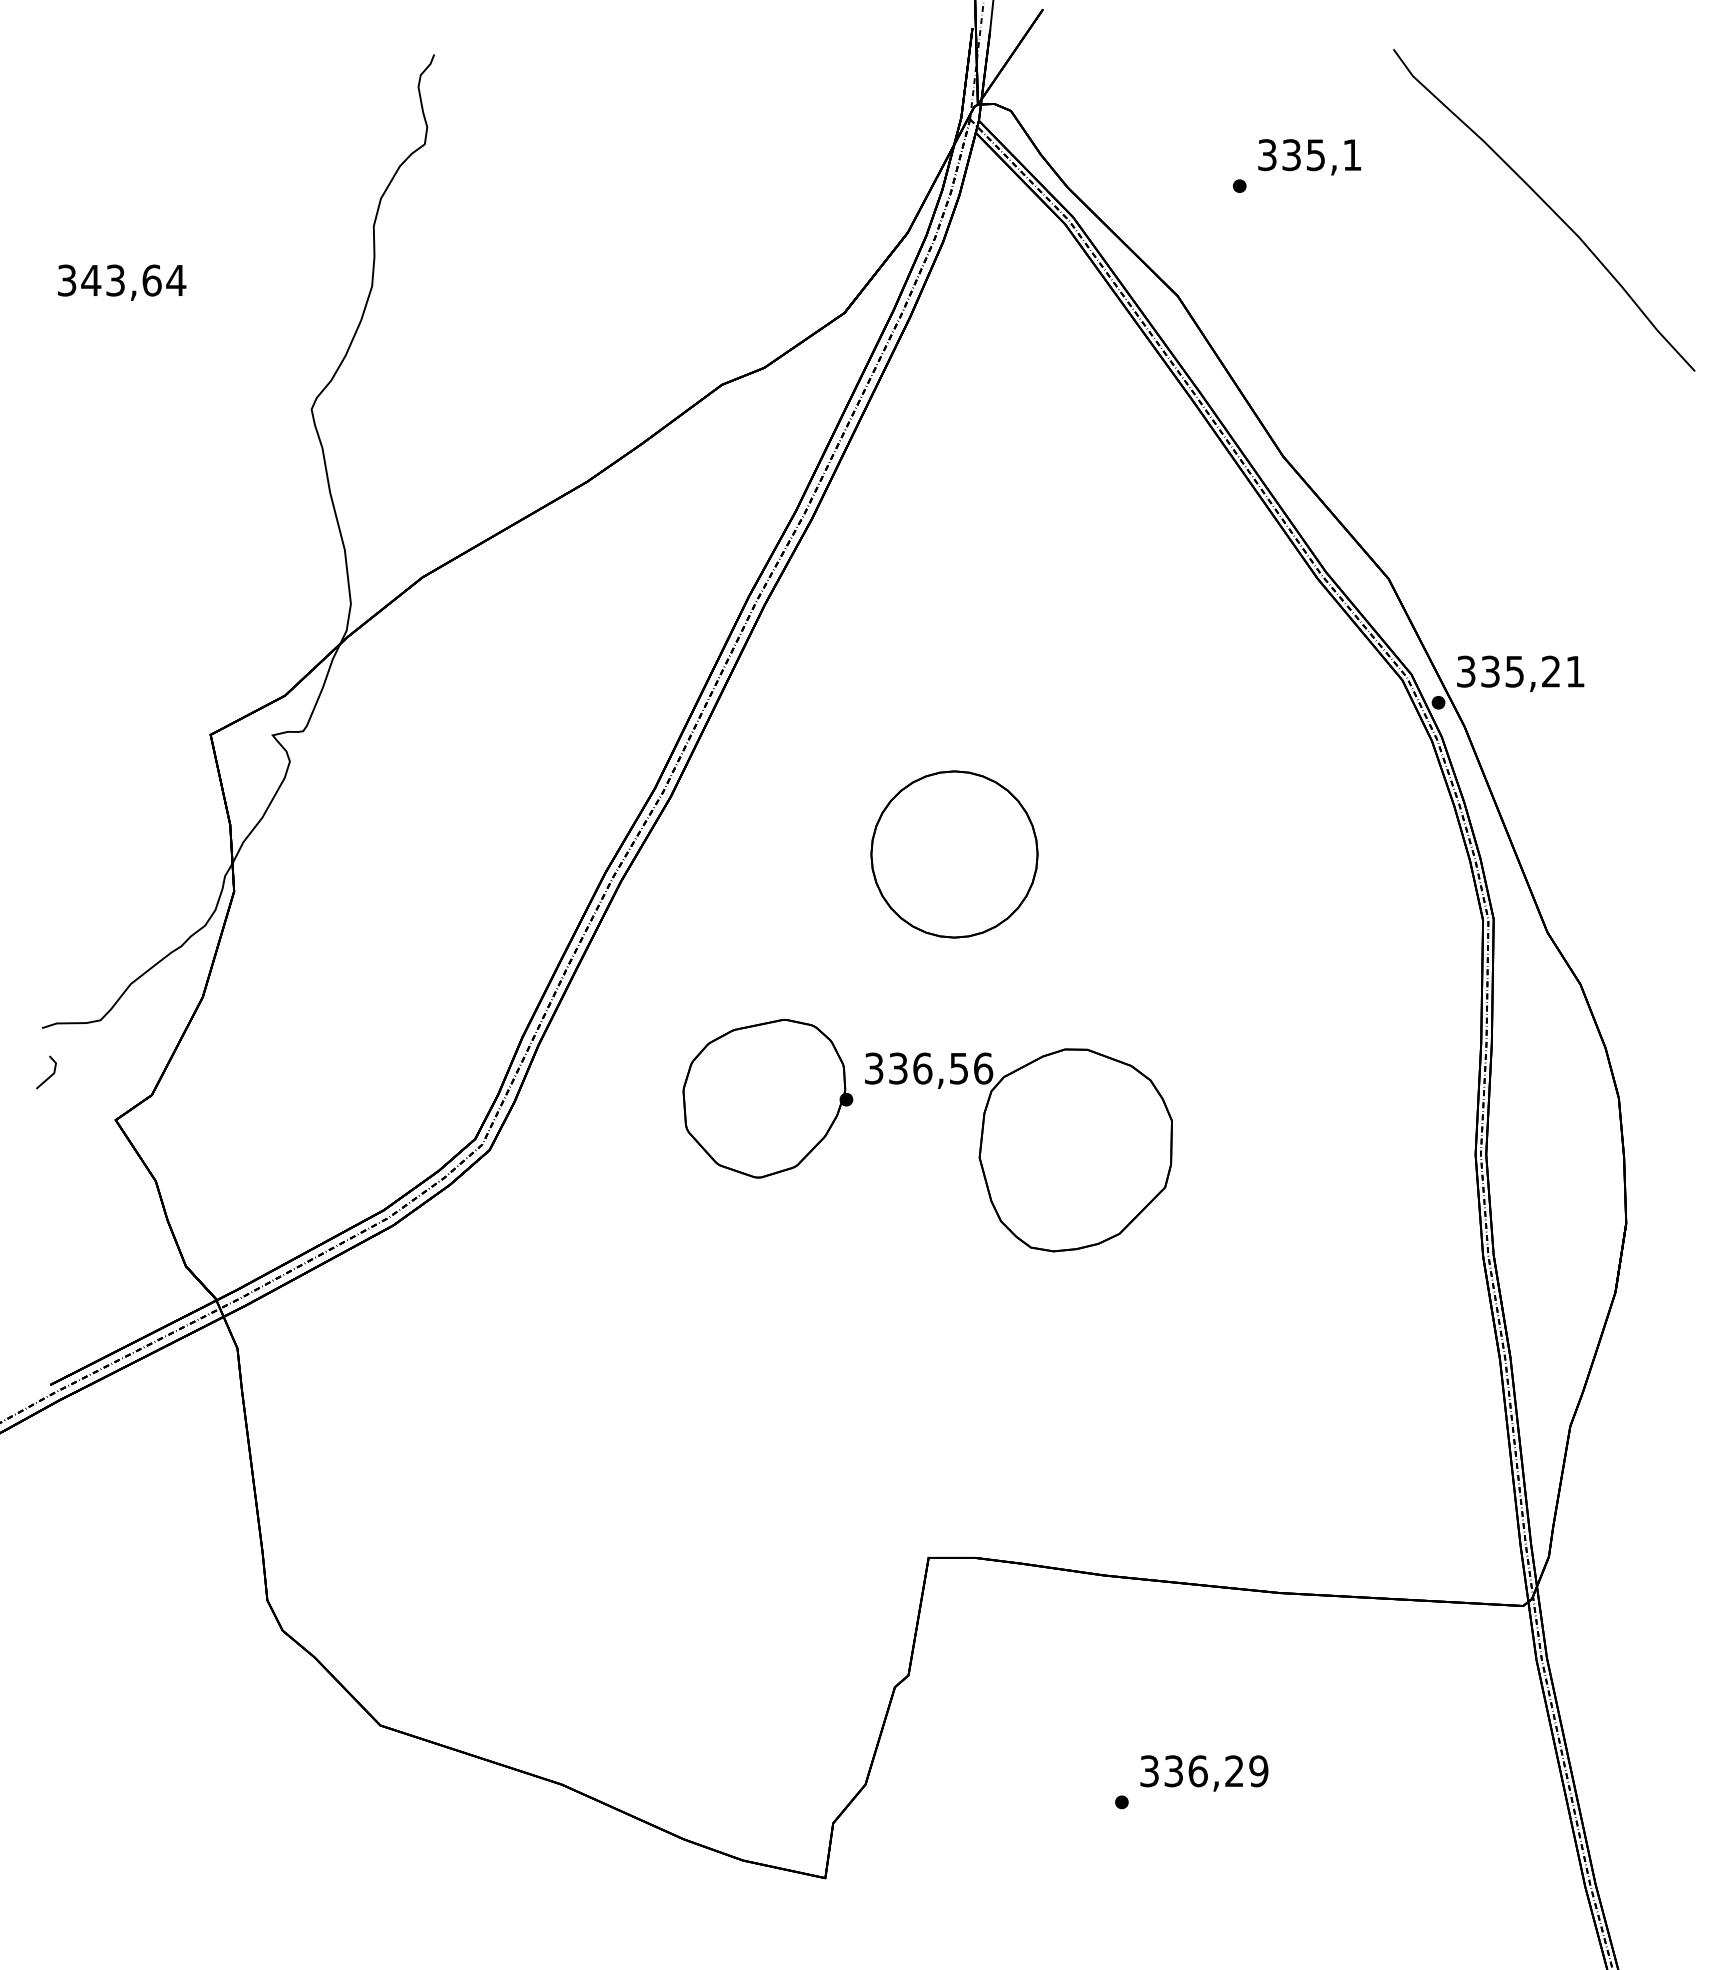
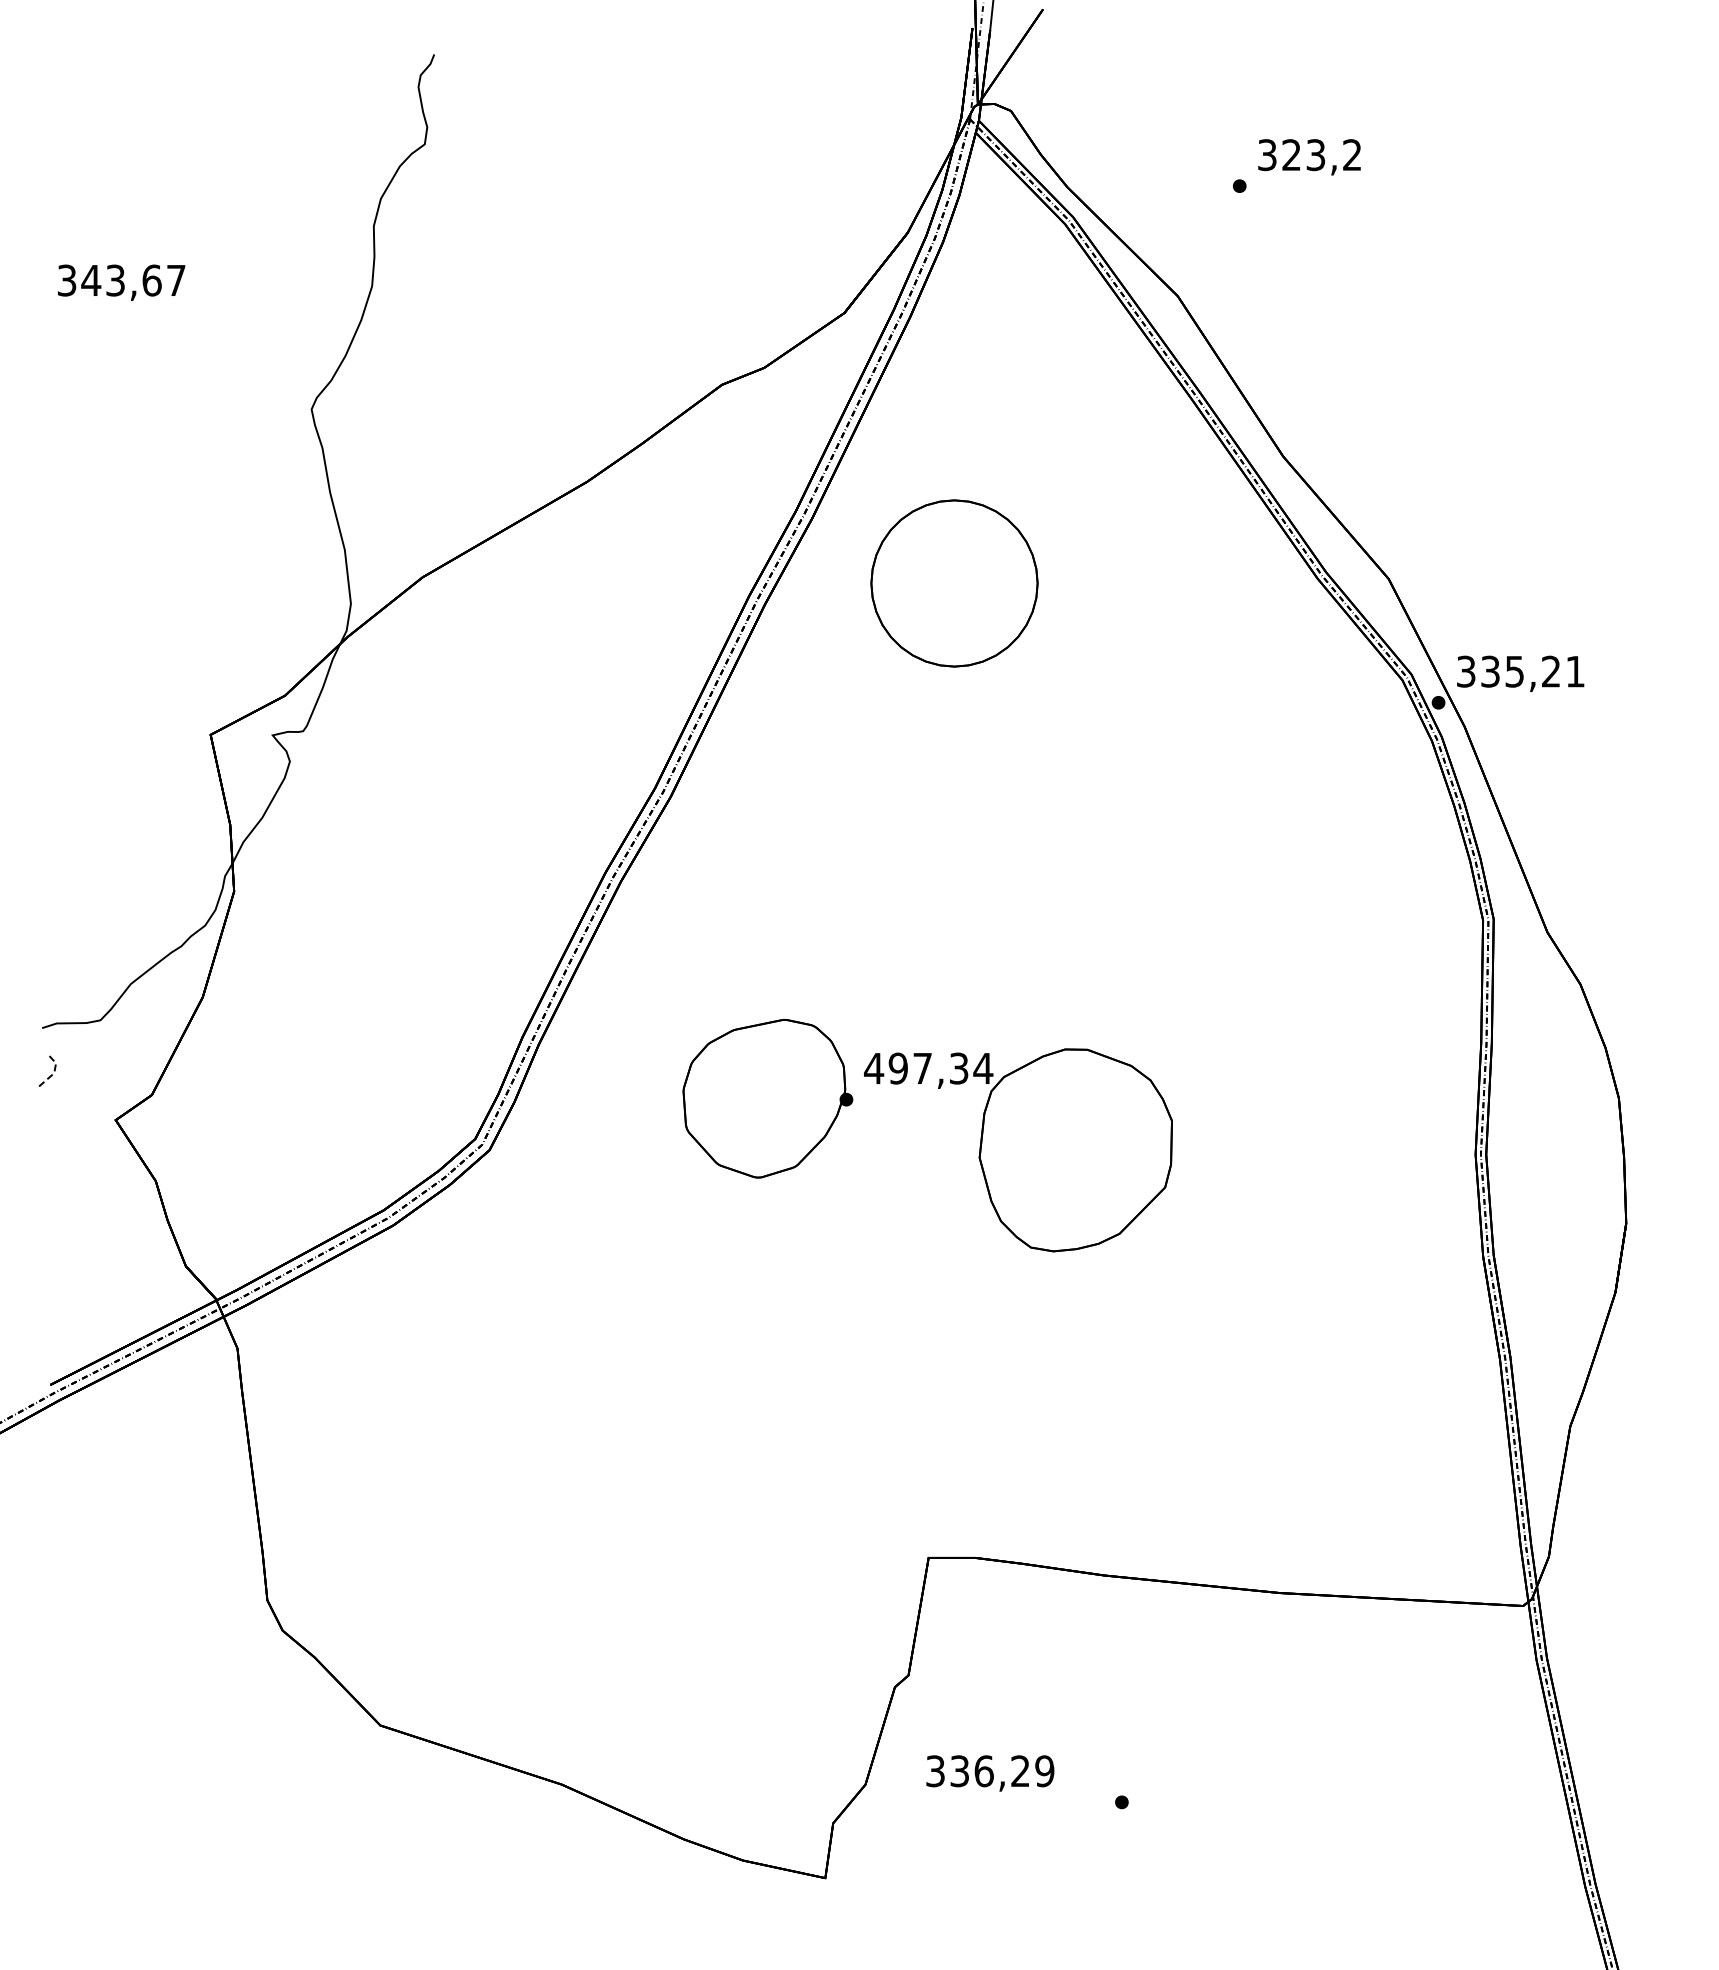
text at (1321, 155): 335,1 -> 323,2
curve at (1547, 206): present -> none
text at (176, 280): 343,64 -> 343,67
part at (954, 854) position: (954, 854) -> (954, 583)
text at (928, 1068): 336,56 -> 497,34
line at (53, 1073): solid -> dashed
text at (1204, 1773) position: (1204, 1773) -> (990, 1773)
